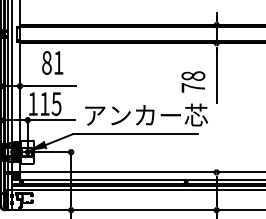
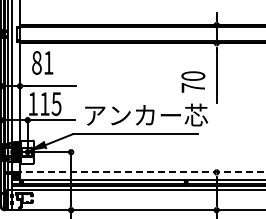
text at (52, 62) position: (52, 62) -> (42, 62)
text at (193, 75): 78 -> 70
line at (143, 171): solid -> dashed
